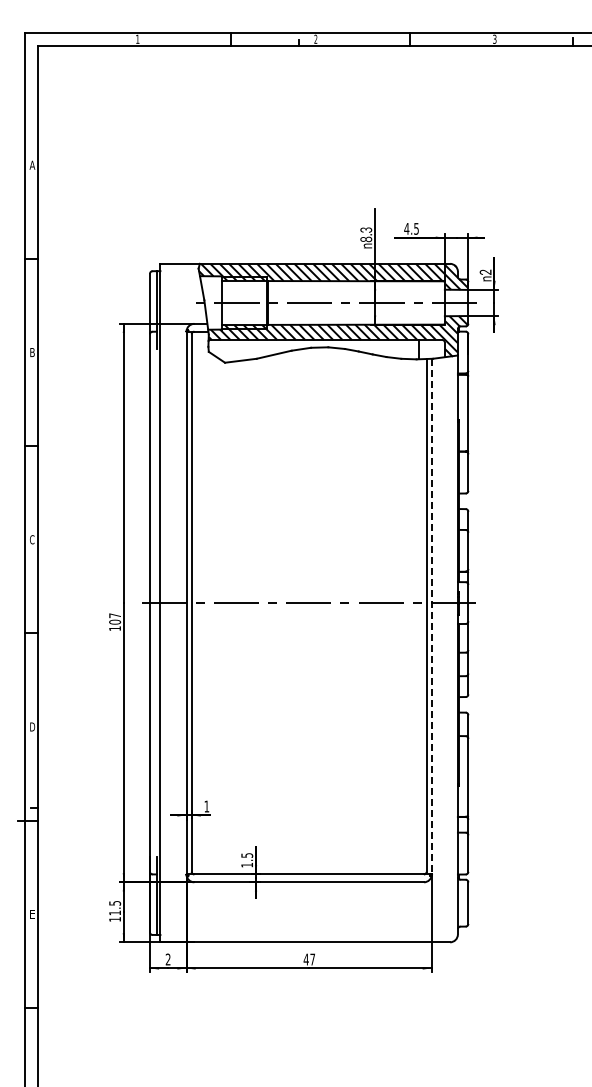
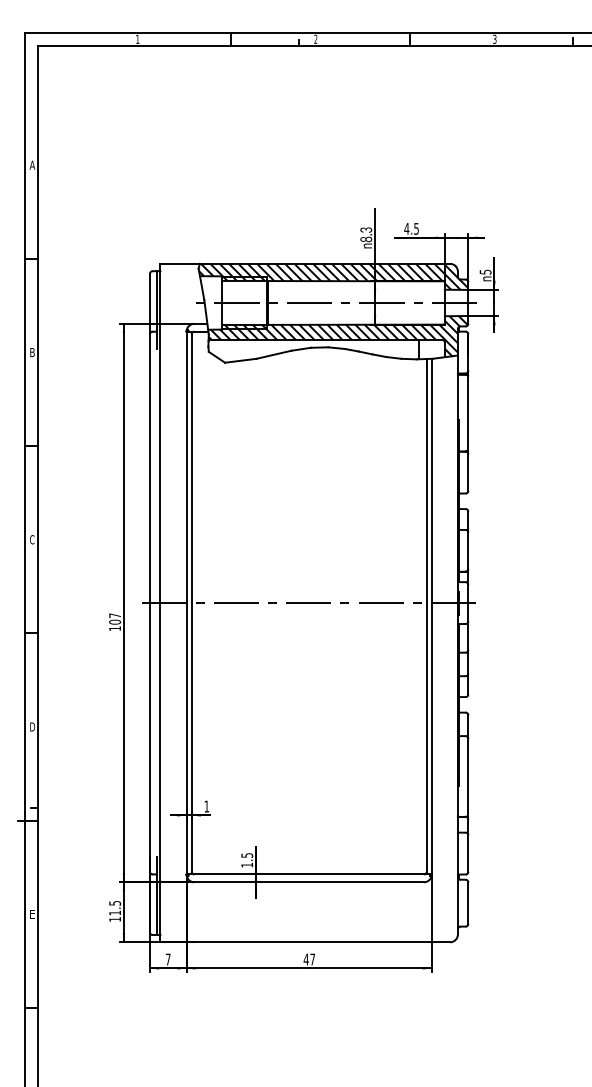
text at (485, 271): 2 -> 5
line at (431, 616): dashed -> solid
text at (167, 959): 2 -> 7
